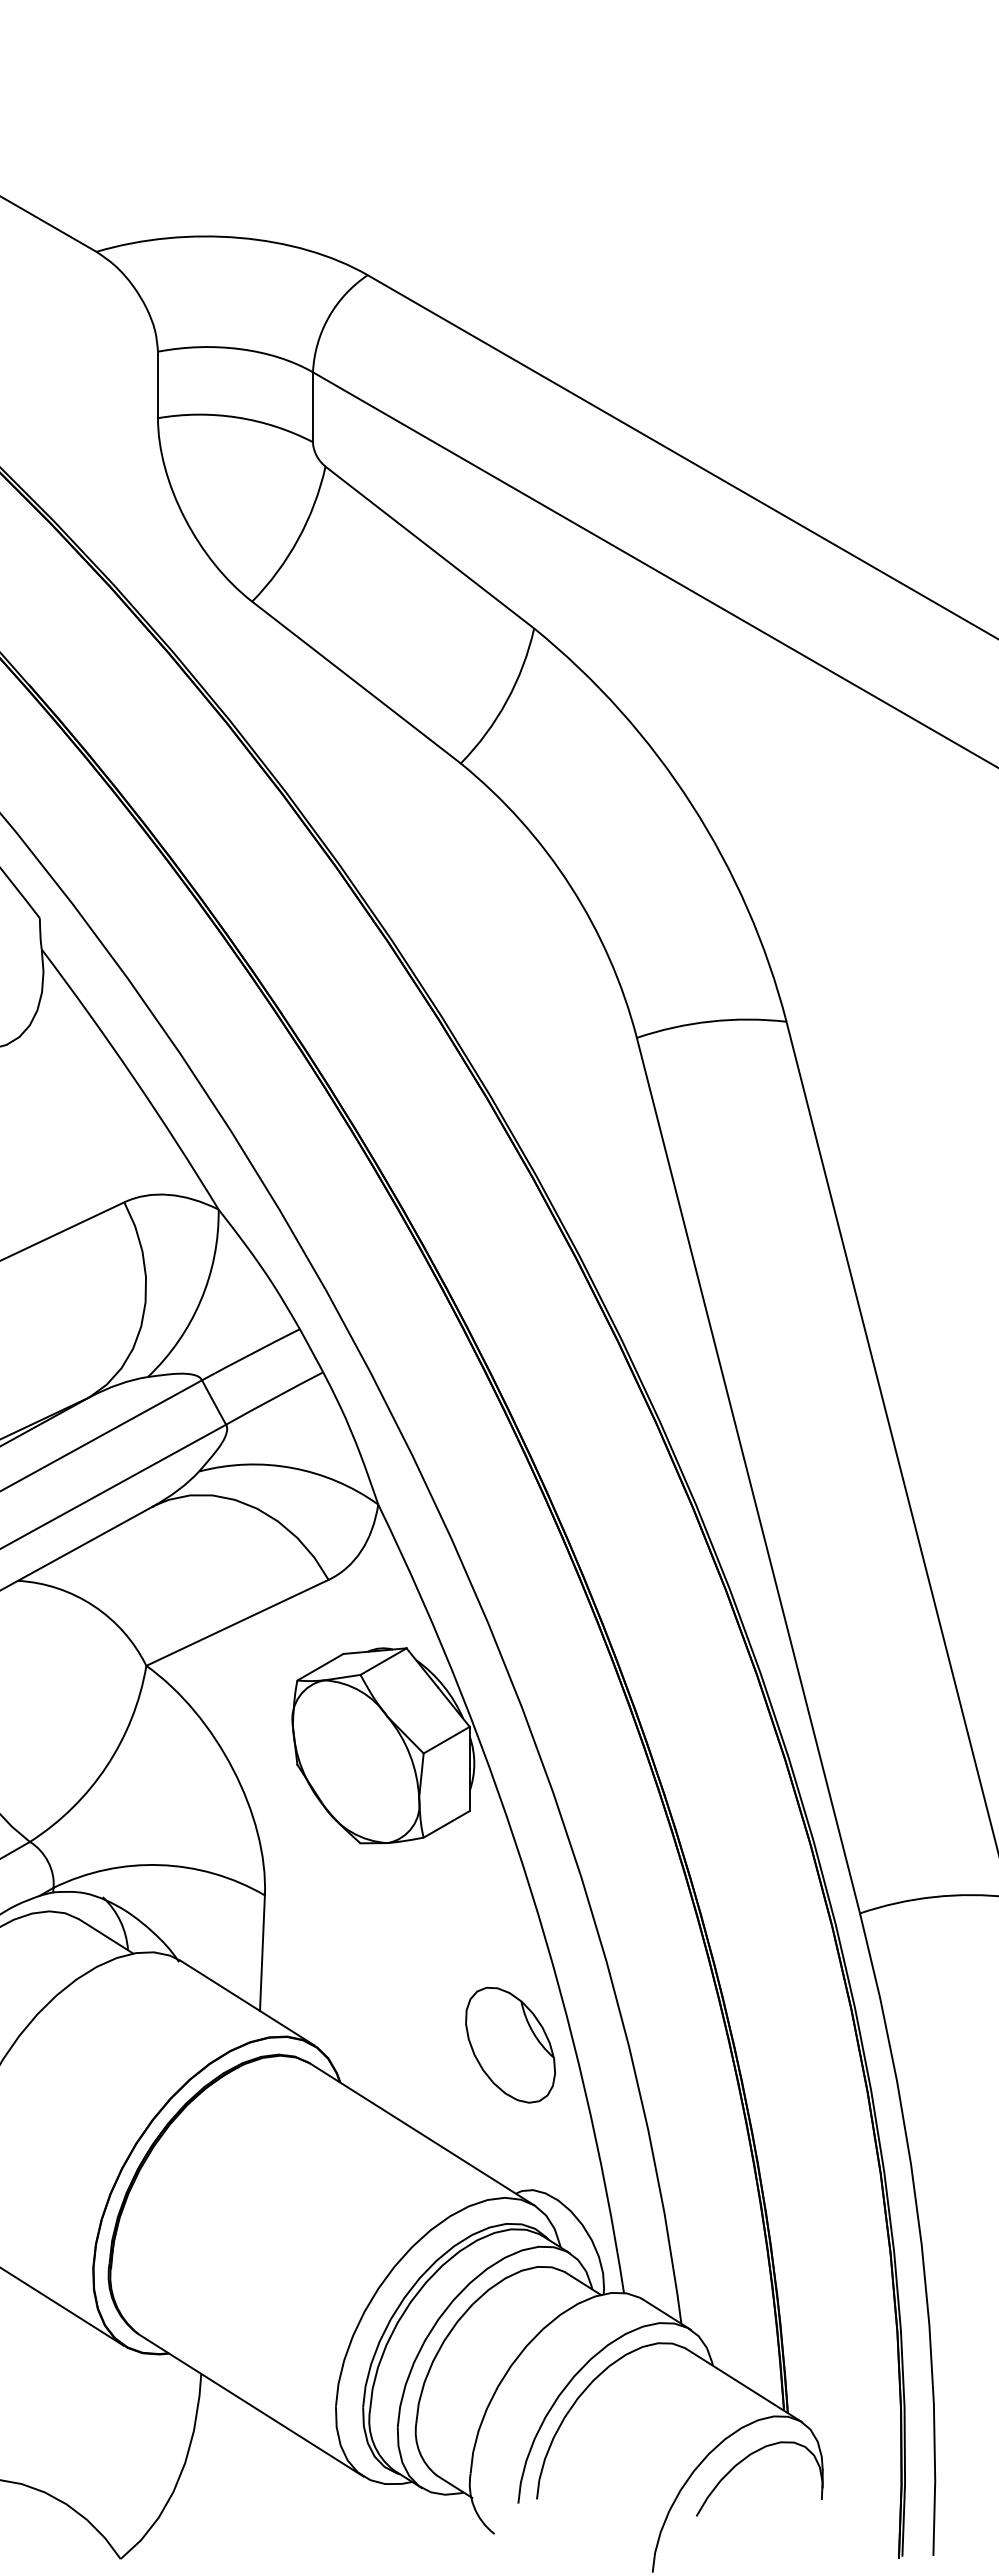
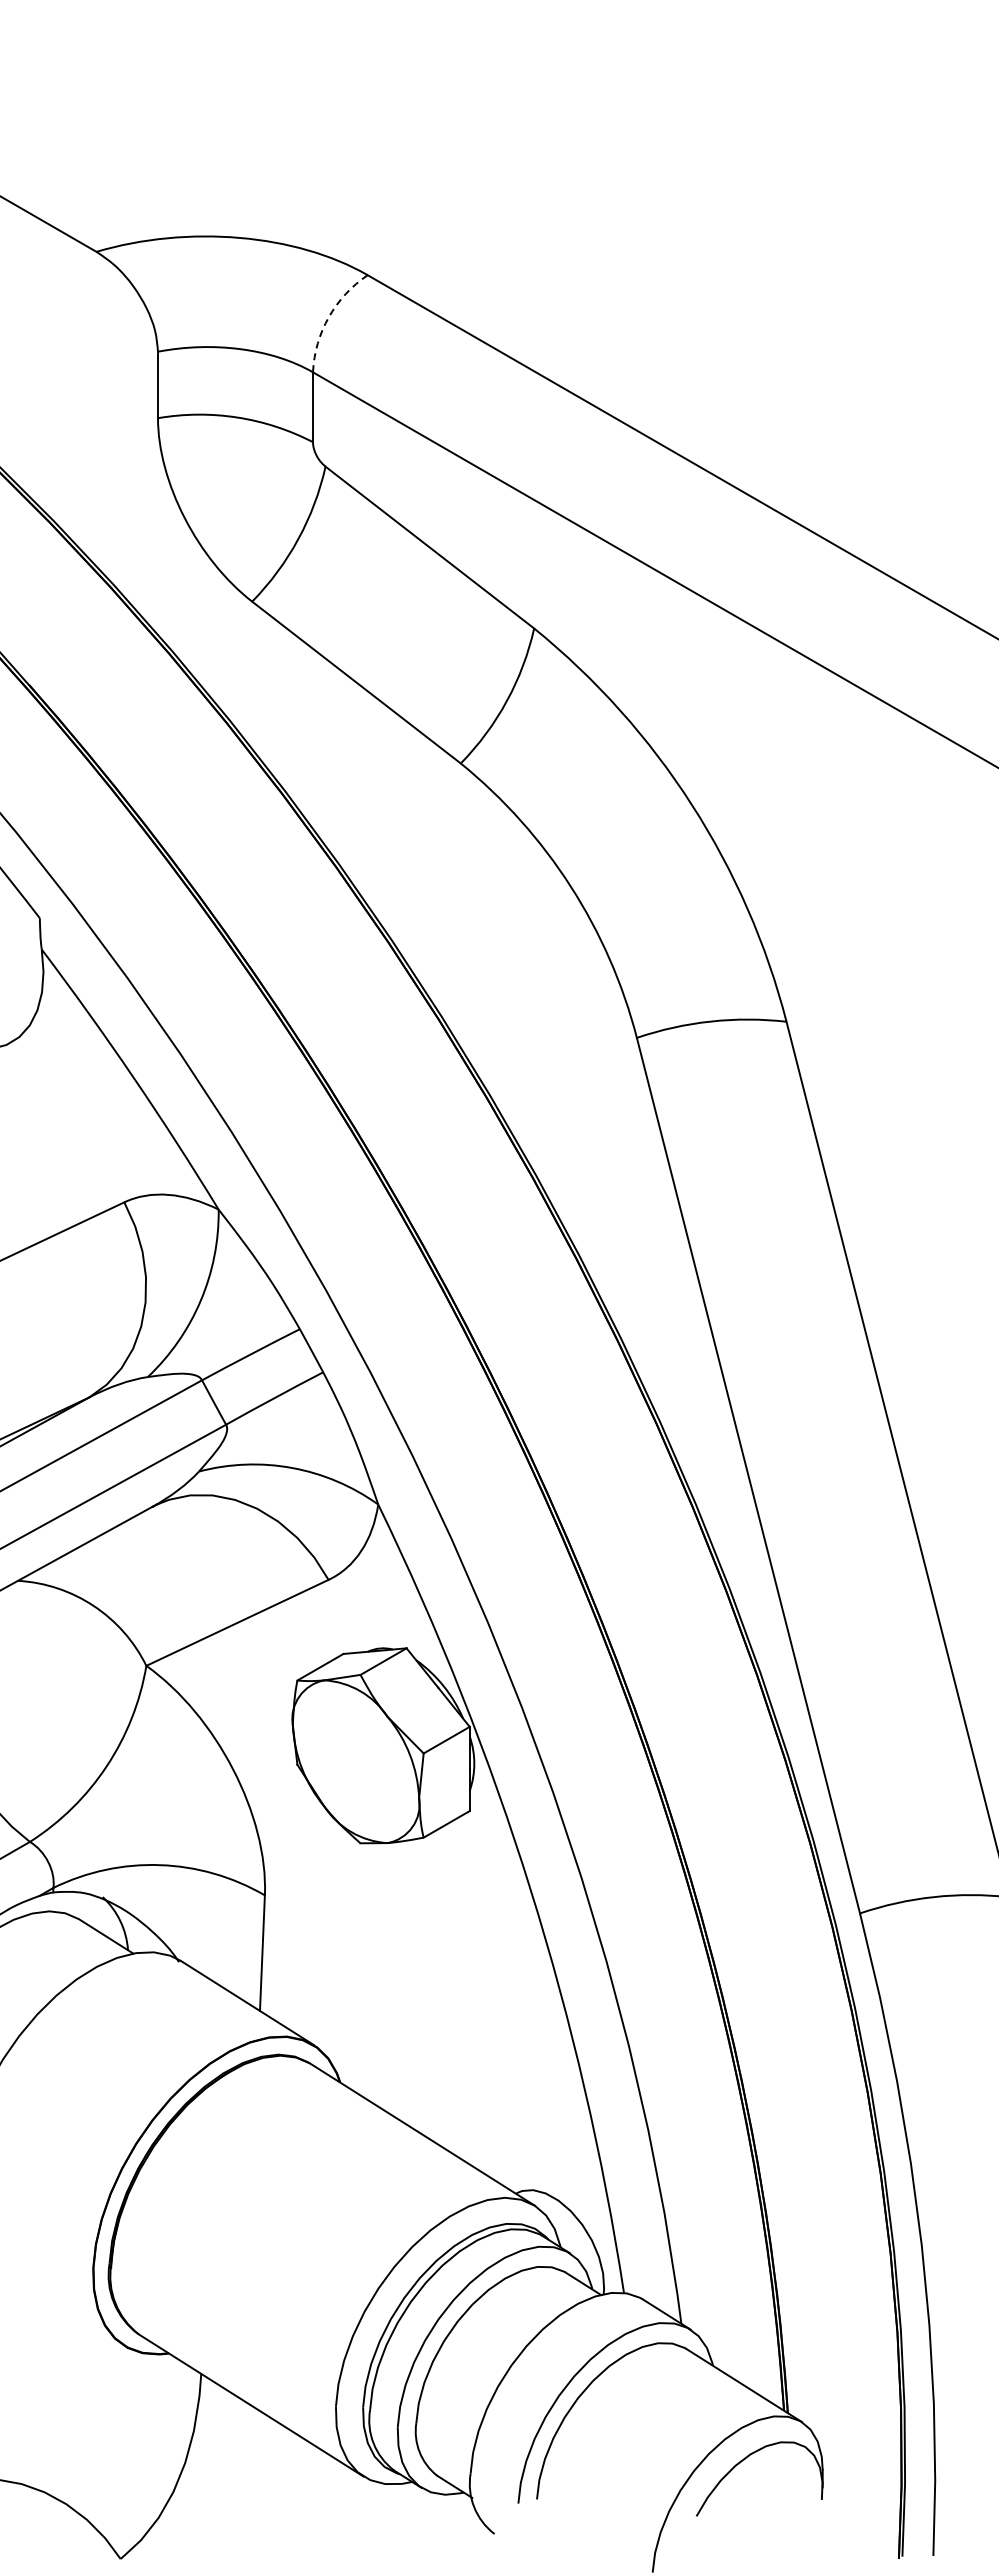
arc at (328, 317): solid -> dashed
part at (510, 2044): present -> none
line at (62, 2307): present -> none
